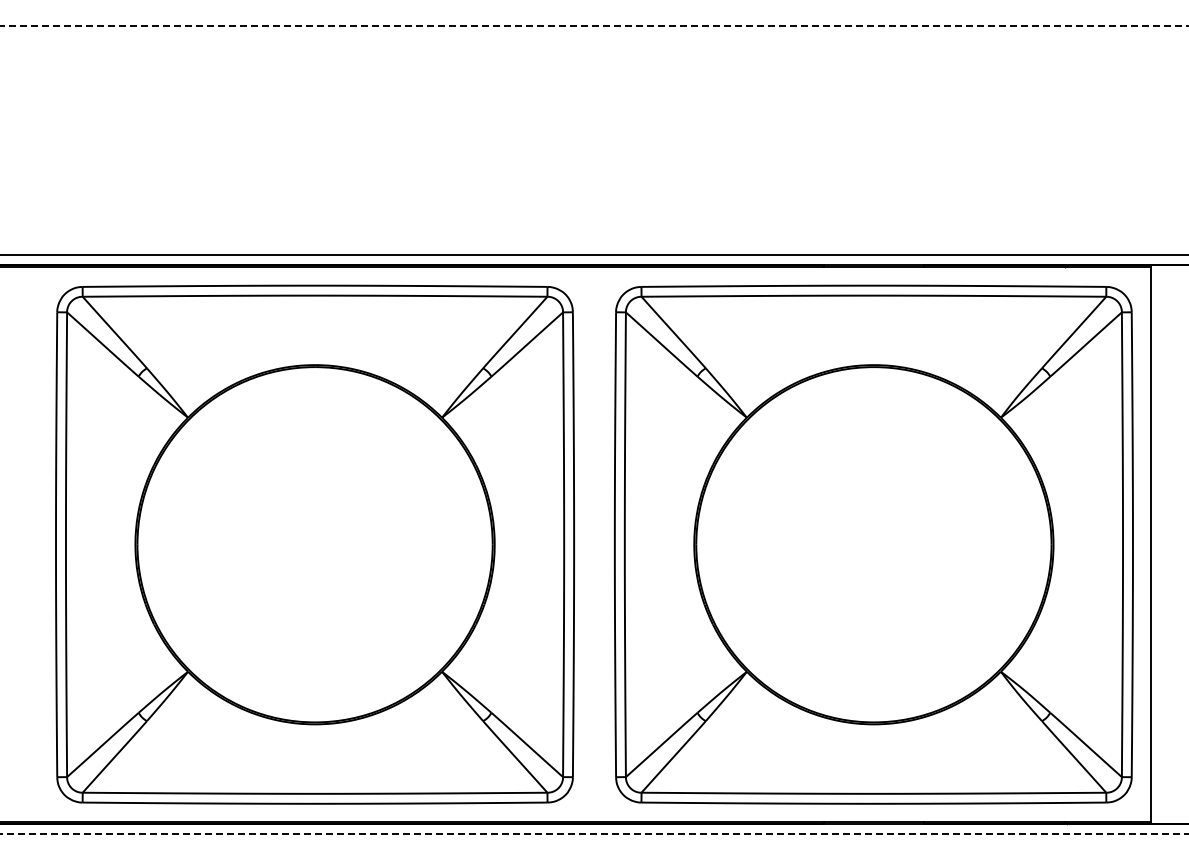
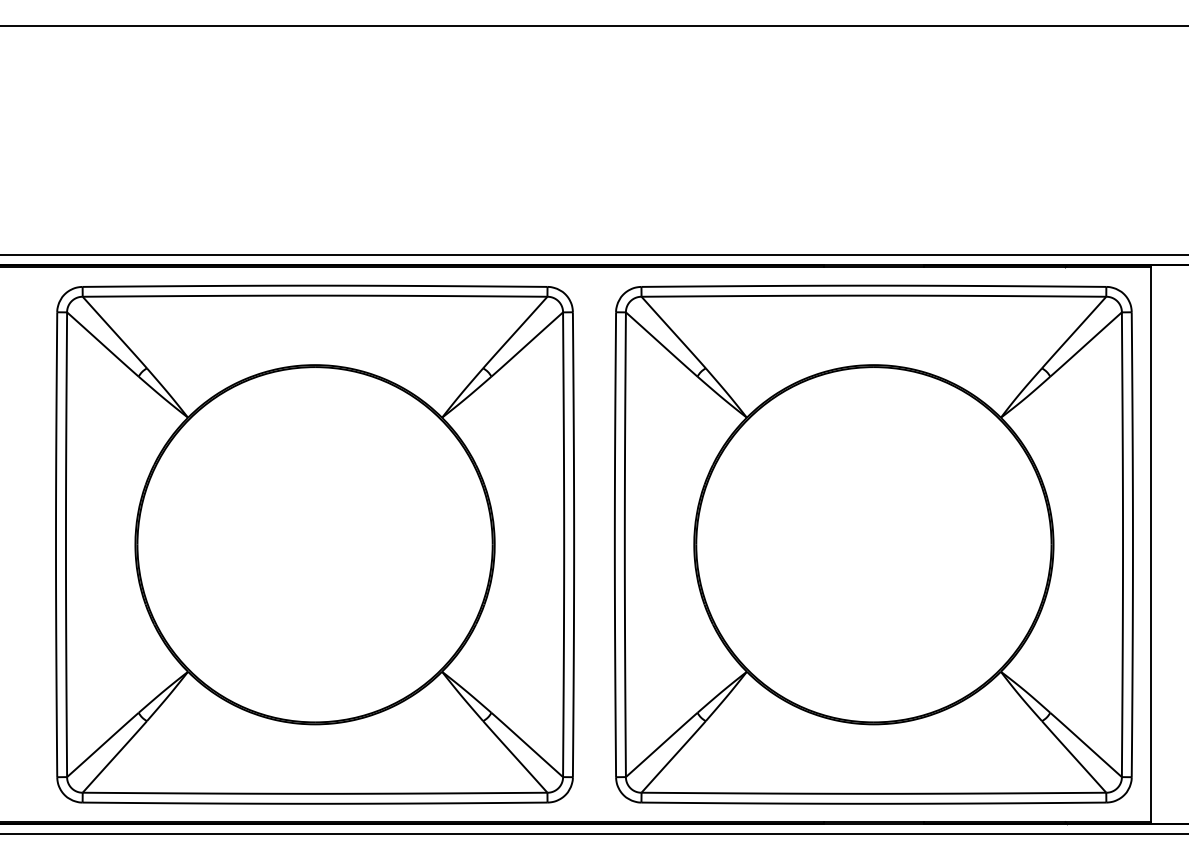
line at (593, 25): dashed -> solid
line at (594, 834): dashed -> solid
